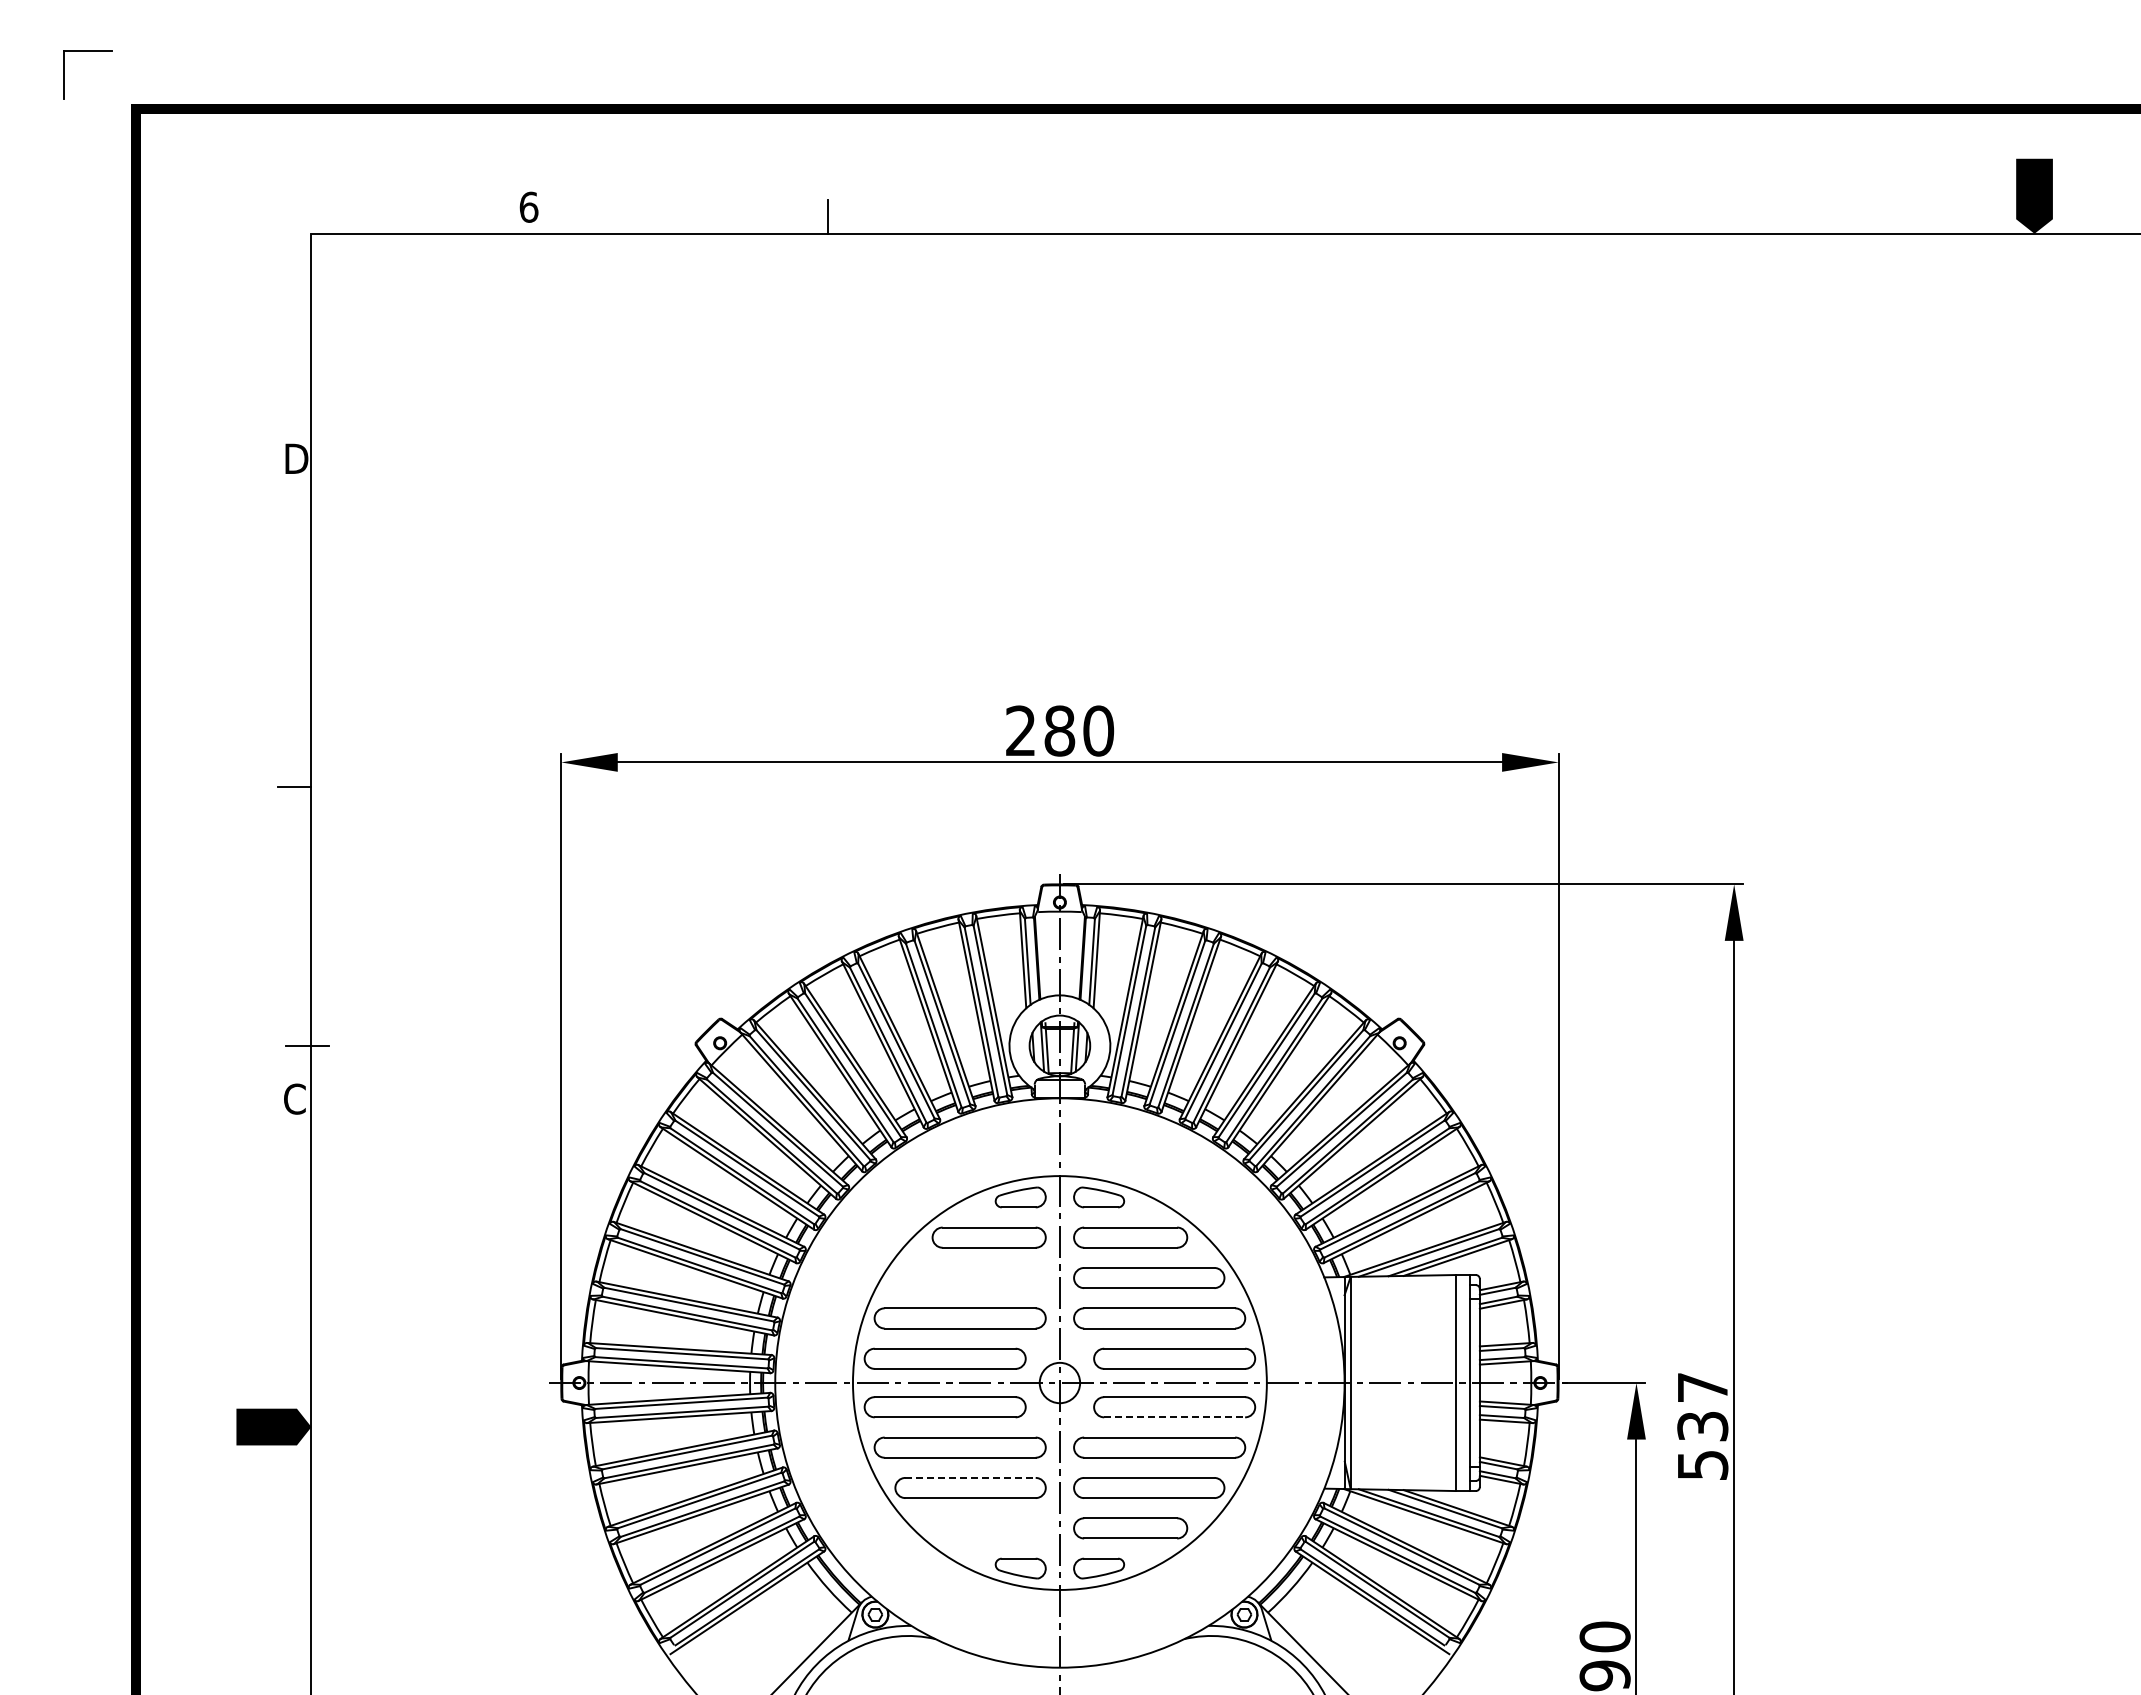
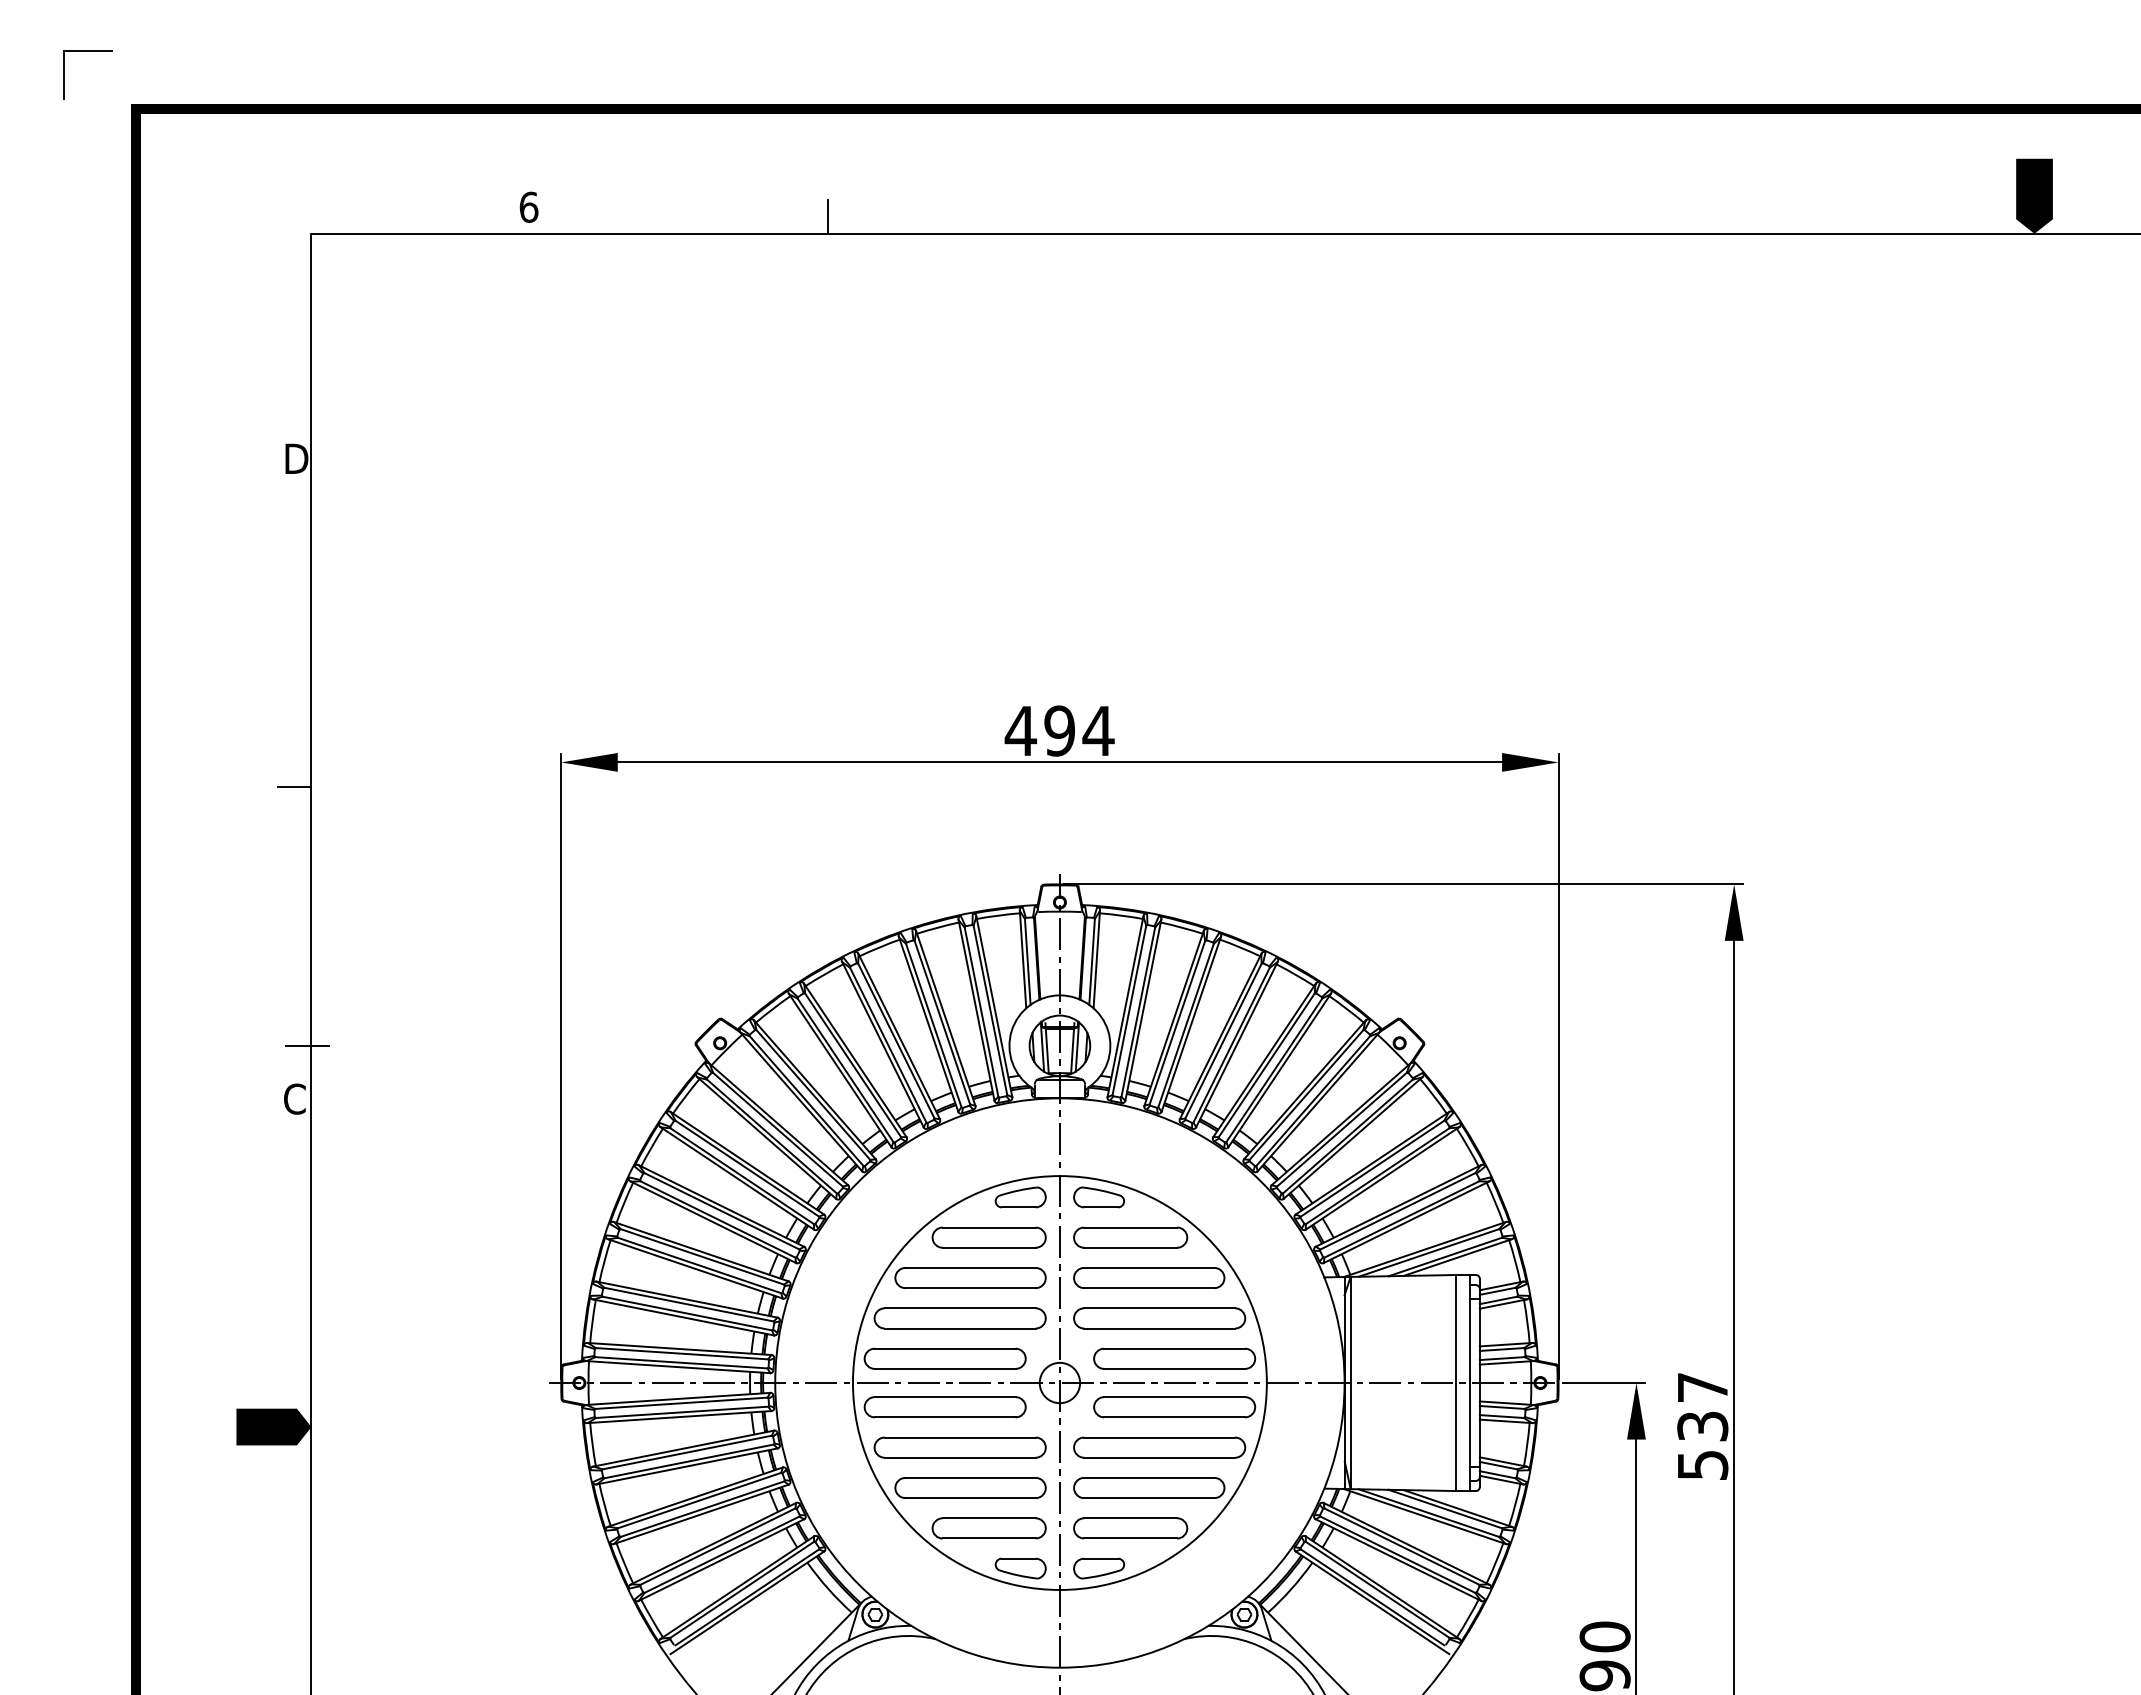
text at (1059, 730): 280 -> 494
part at (970, 1277): none -> present
line at (1175, 1417): dashed -> solid
line at (971, 1477): dashed -> solid
part at (988, 1528): none -> present
